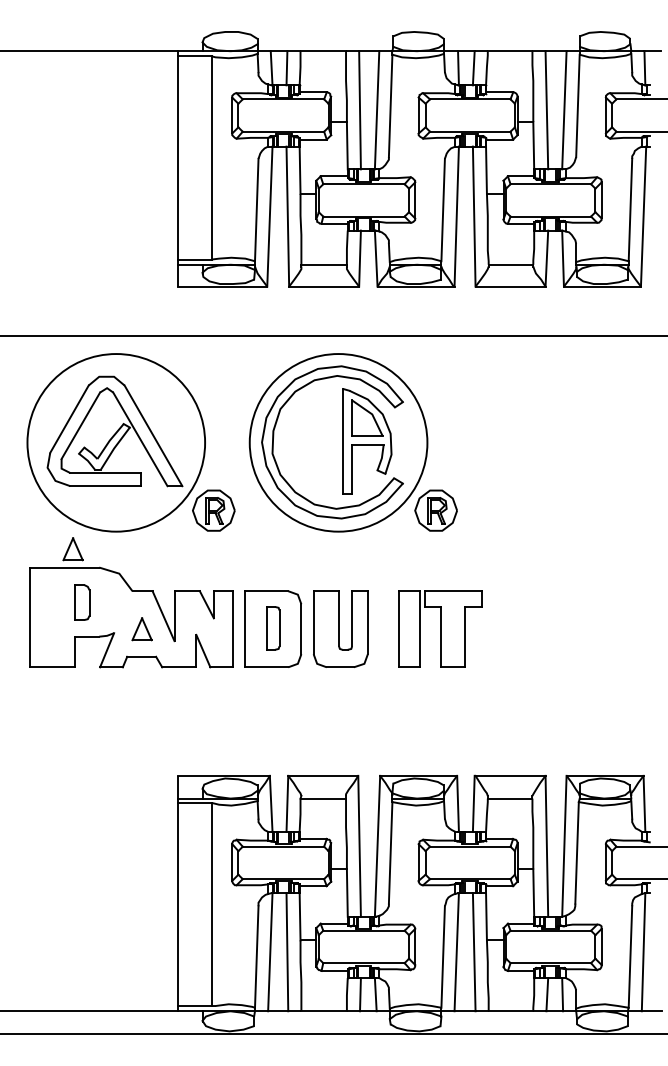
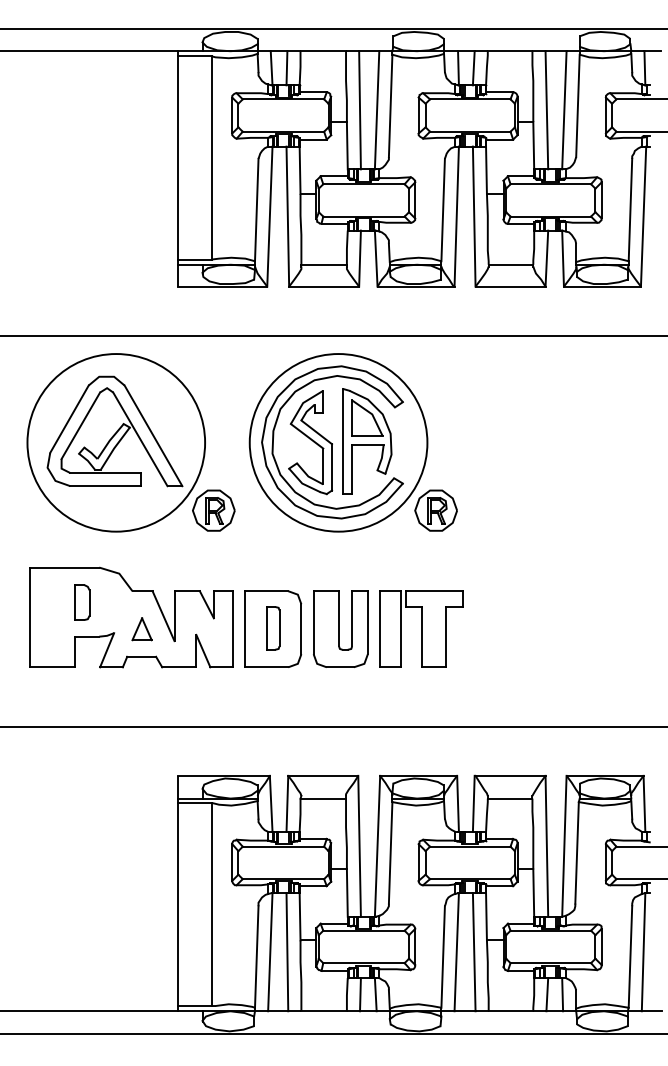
line at (333, 29): none -> present
part at (310, 442): none -> present
part at (72, 549): present -> none
part at (440, 628) position: (440, 628) -> (421, 628)
line at (333, 726): none -> present
